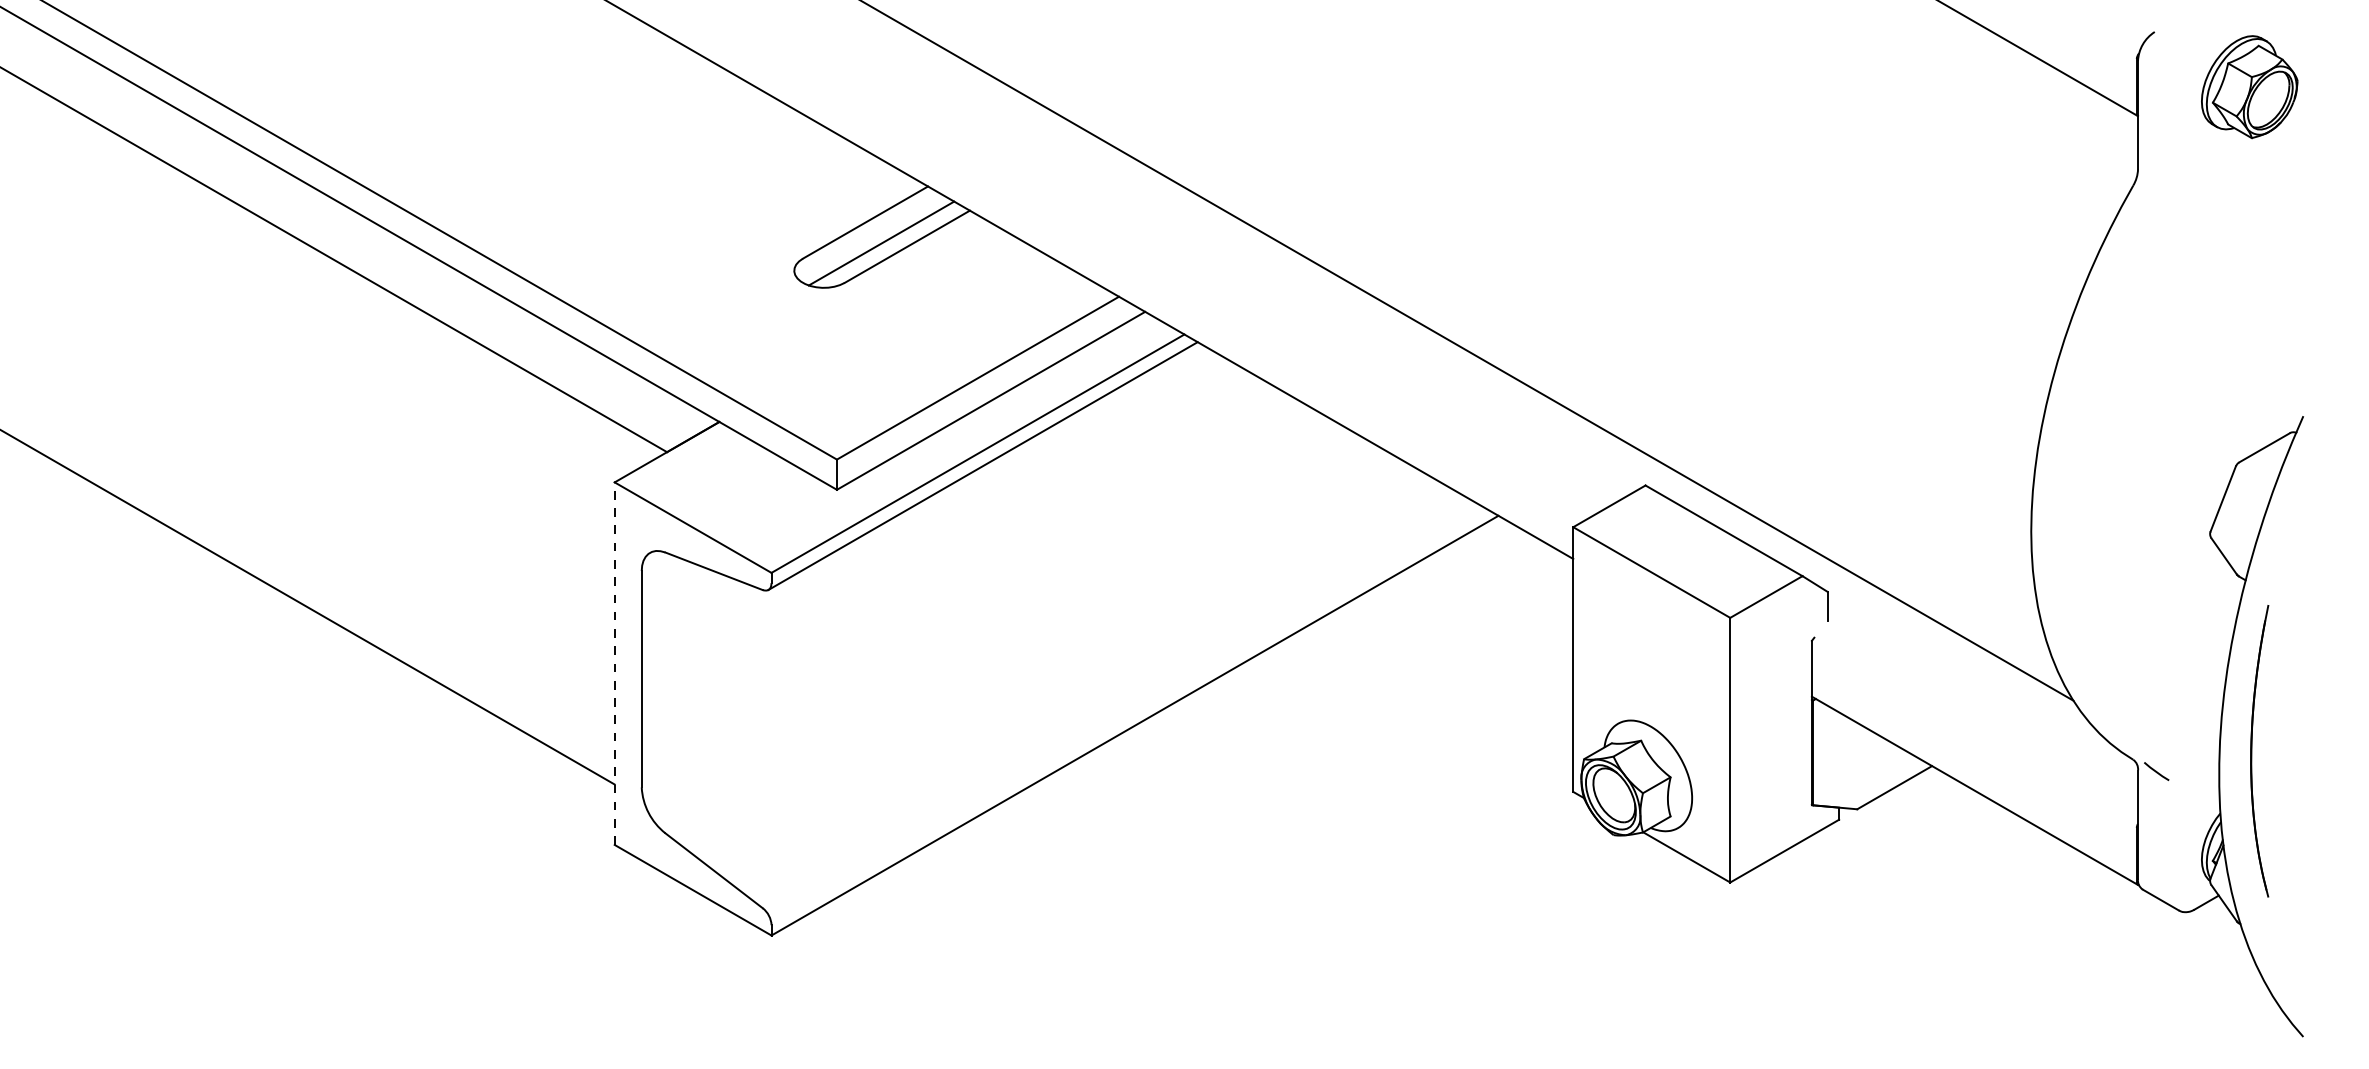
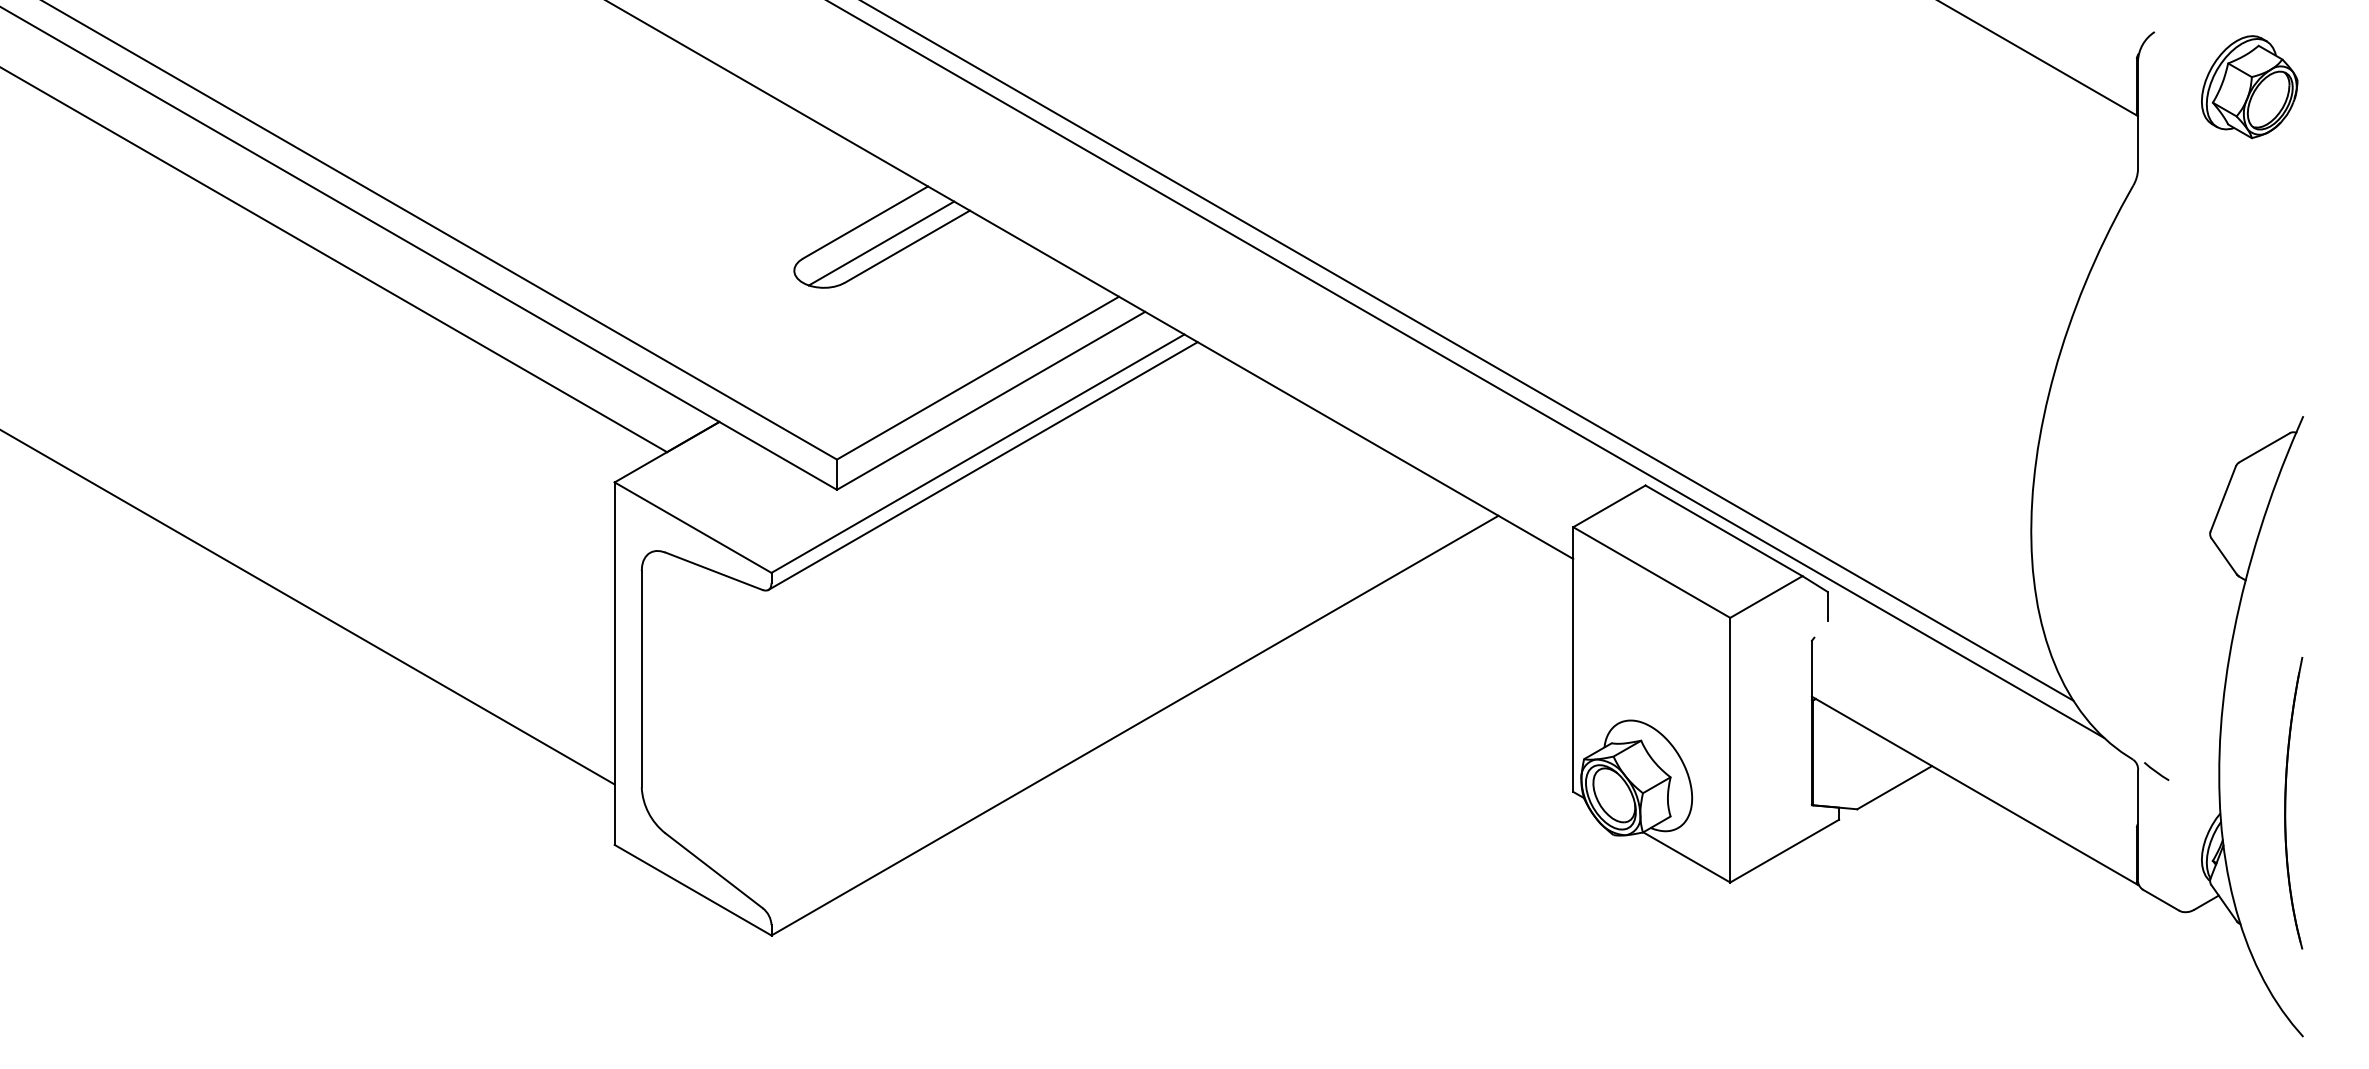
line at (1467, 369): none -> present
line at (614, 663): dashed -> solid
part at (2252, 751) position: (2252, 751) -> (2286, 803)
